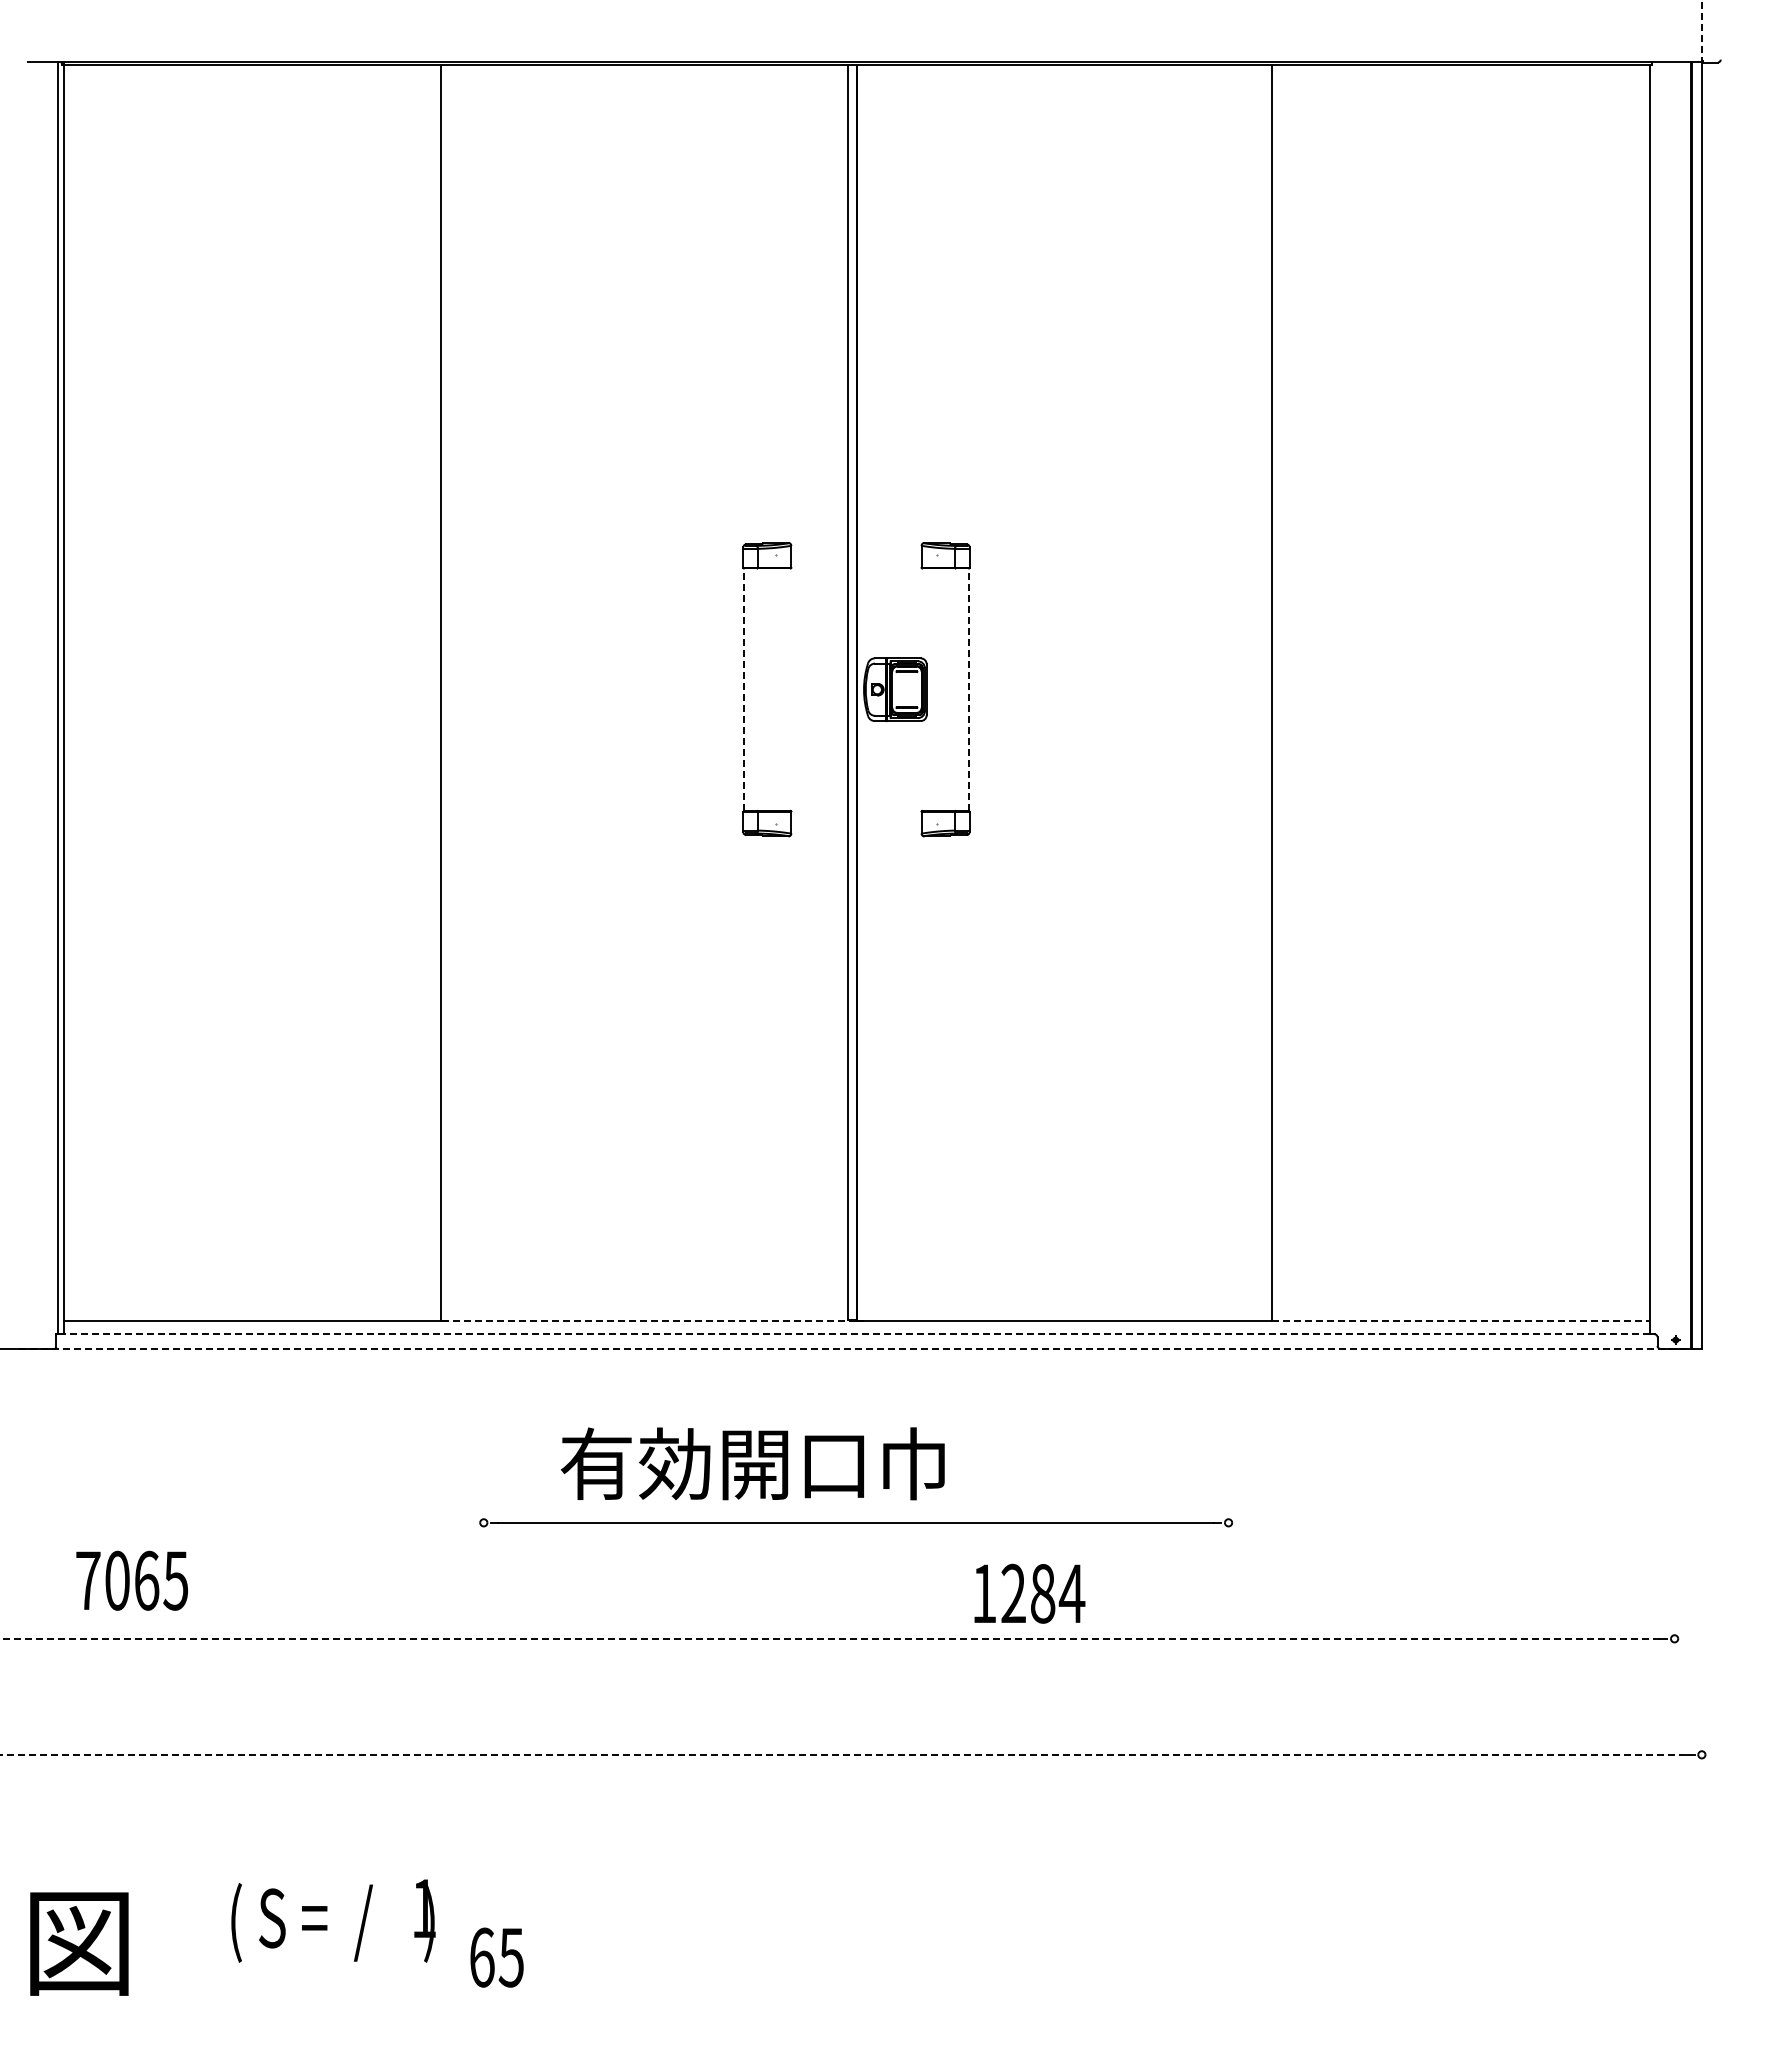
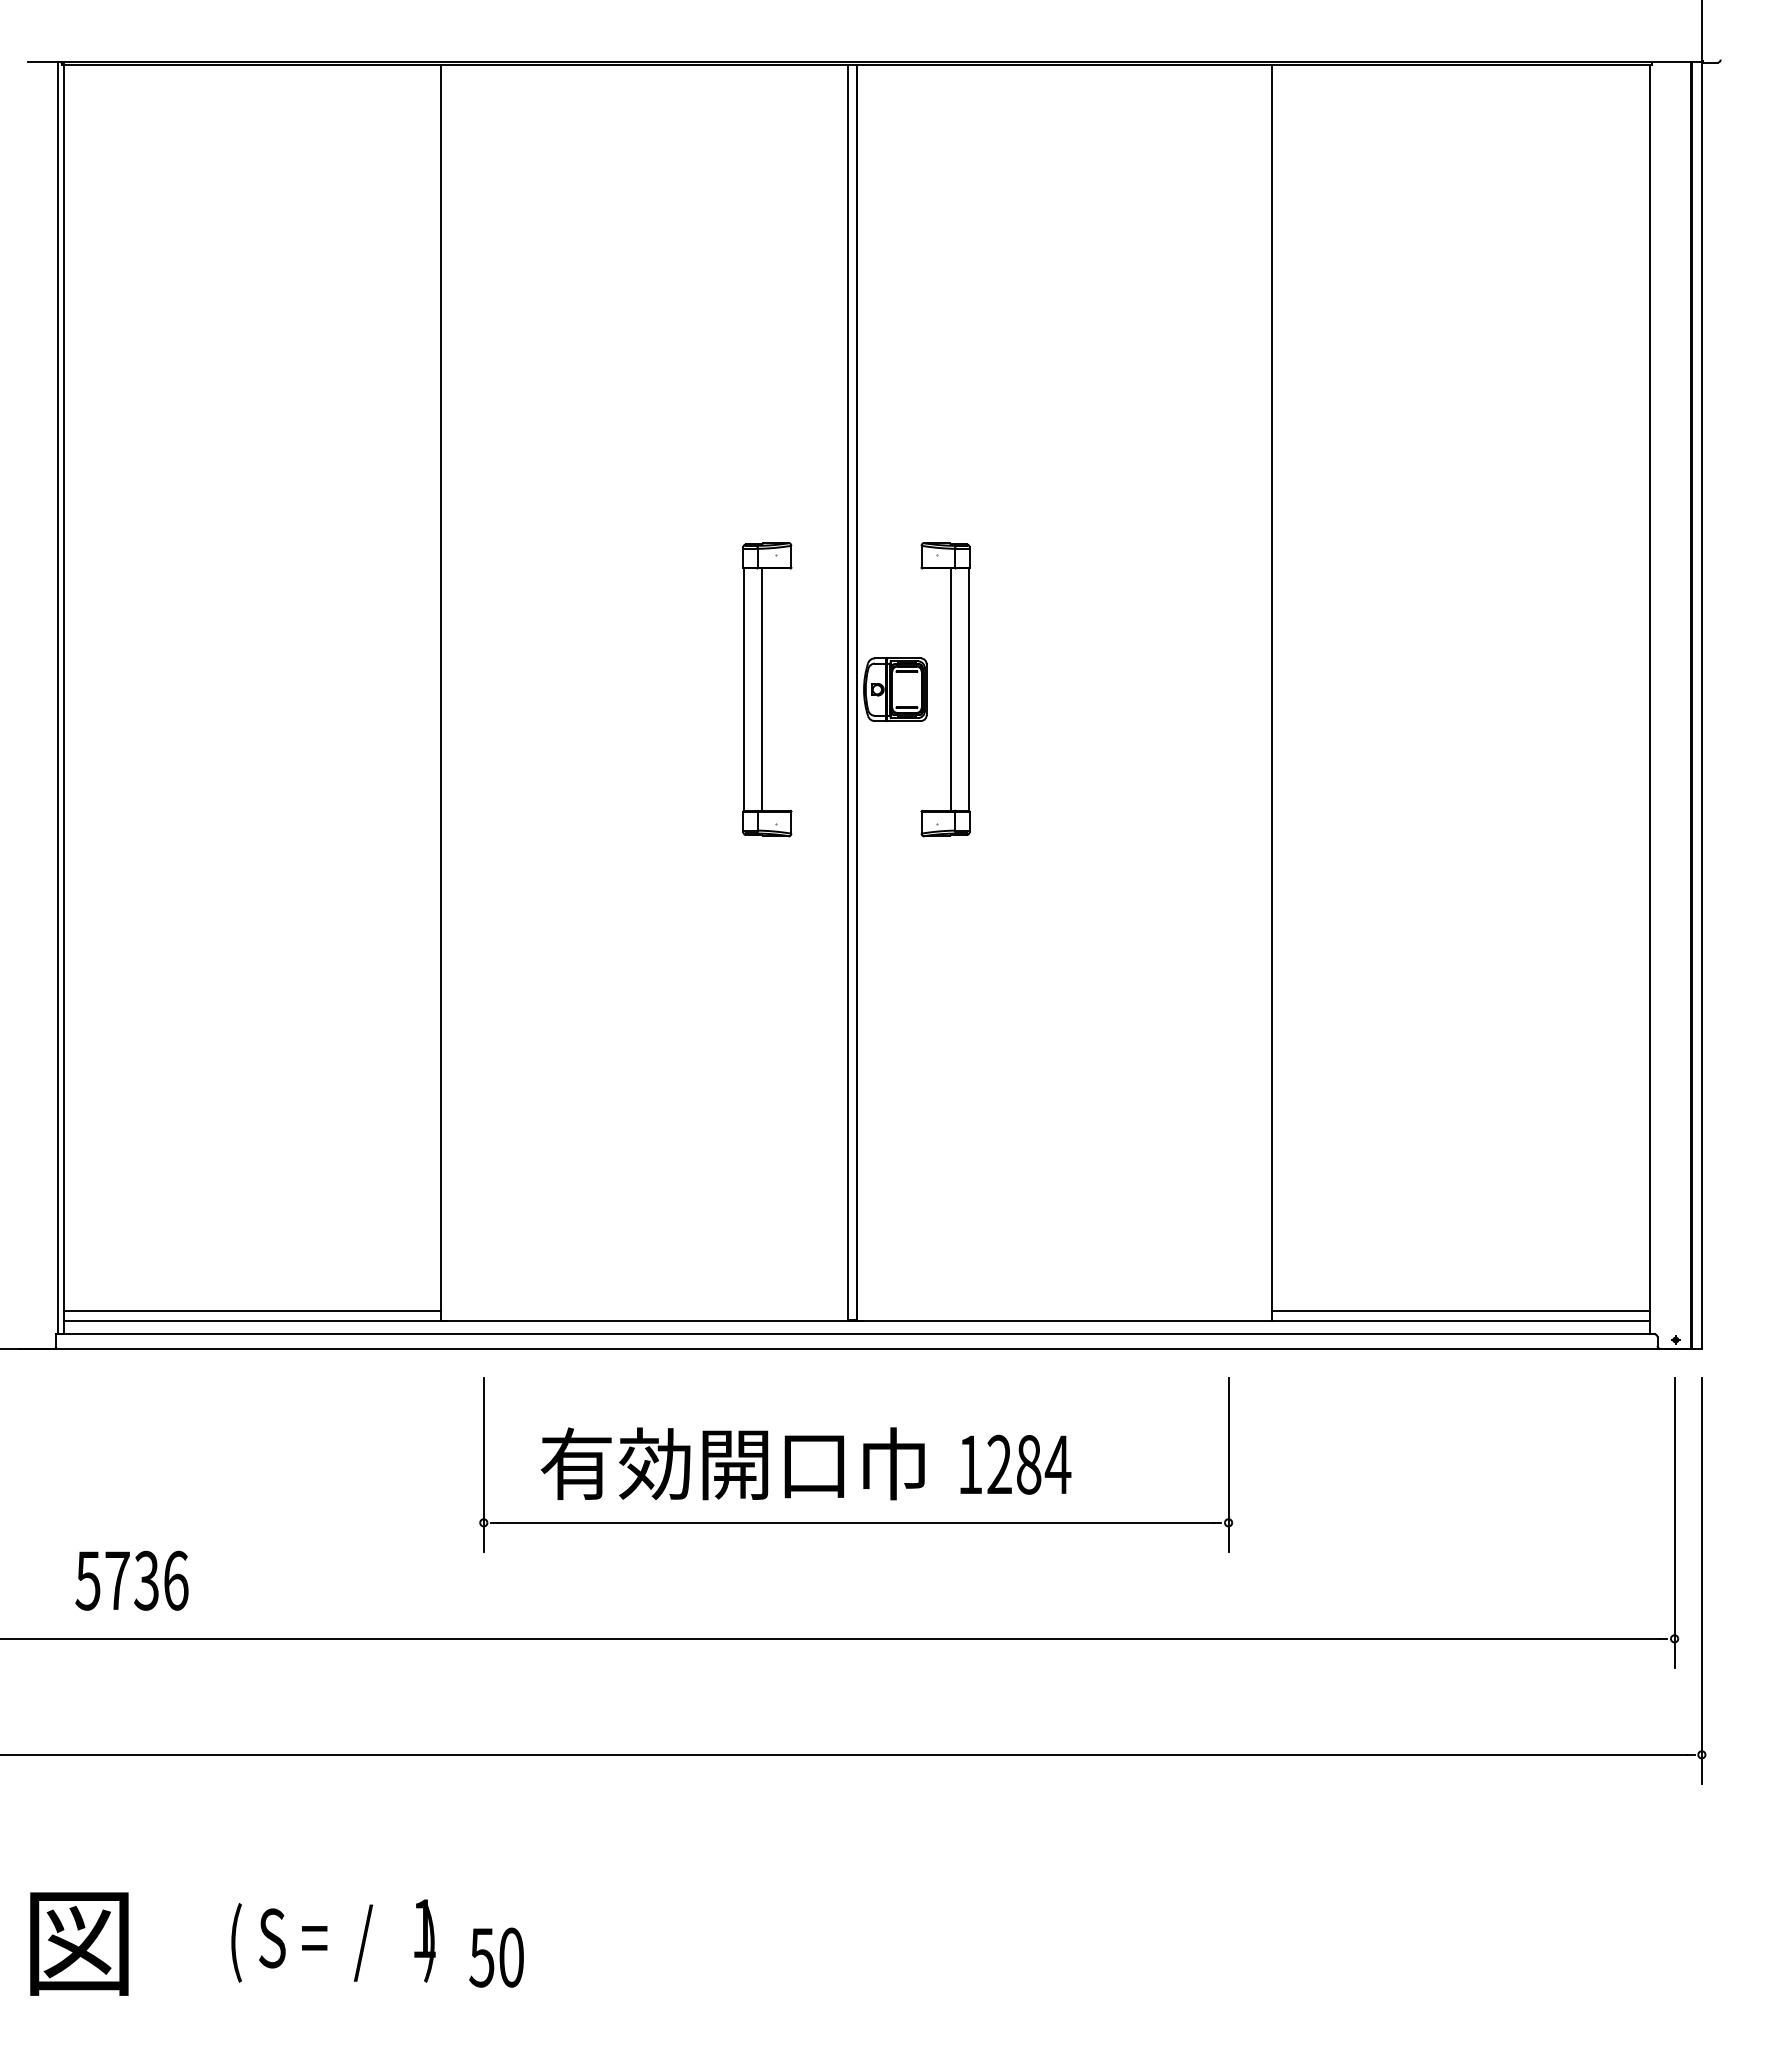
line at (1702, 31): dashed -> solid
line at (744, 689): dashed -> solid
line at (761, 689): none -> present
line at (951, 689): none -> present
line at (968, 689): dashed -> solid
line at (251, 1311): none -> present
line at (1460, 1311): none -> present
line at (1460, 1320): dashed -> solid
line at (648, 1321): dashed -> solid
line at (856, 1334): dashed -> solid
line at (857, 1348): dashed -> solid
text at (752, 1463) position: (752, 1463) -> (732, 1463)
line at (483, 1464): none -> present
line at (1228, 1464): none -> present
line at (1674, 1522): none -> present
text at (131, 1580): 7065 -> 5736
line at (1701, 1580): none -> present
text at (1029, 1593) position: (1029, 1593) -> (1015, 1464)
line at (830, 1638): dashed -> solid
line at (844, 1754): dashed -> solid
text at (333, 1920) position: (333, 1920) -> (333, 1940)
text at (496, 1957): 65 -> 50
